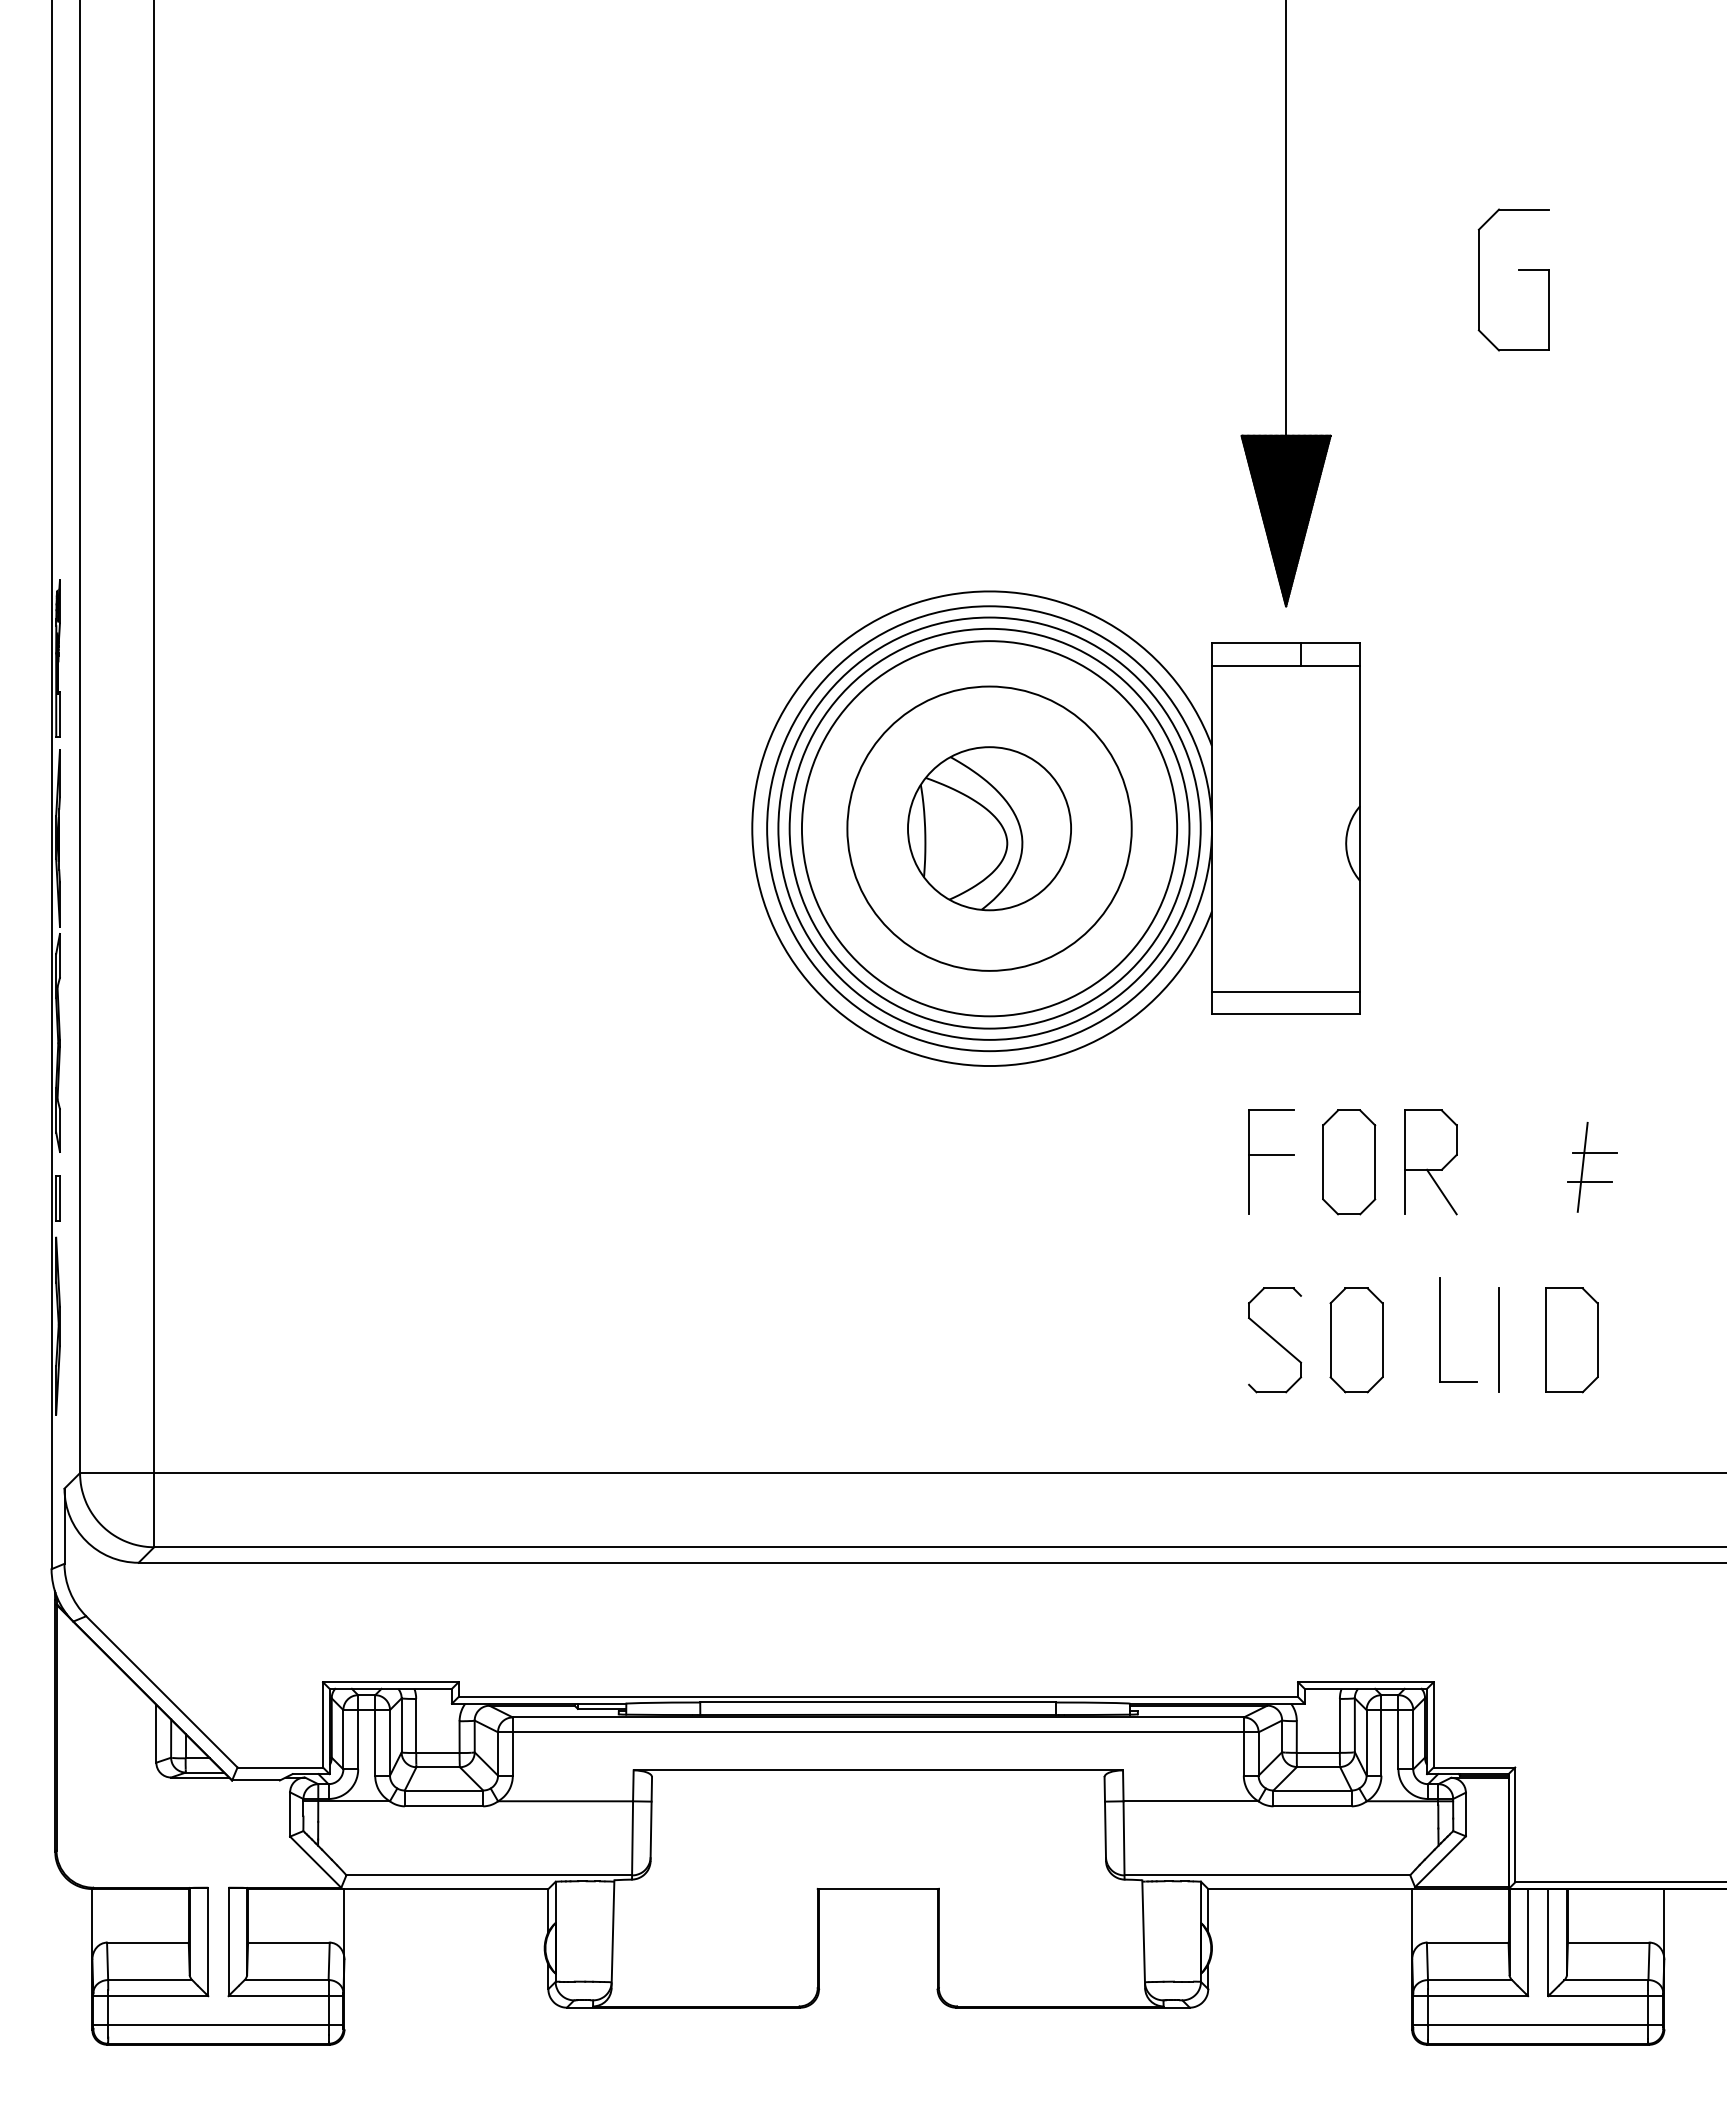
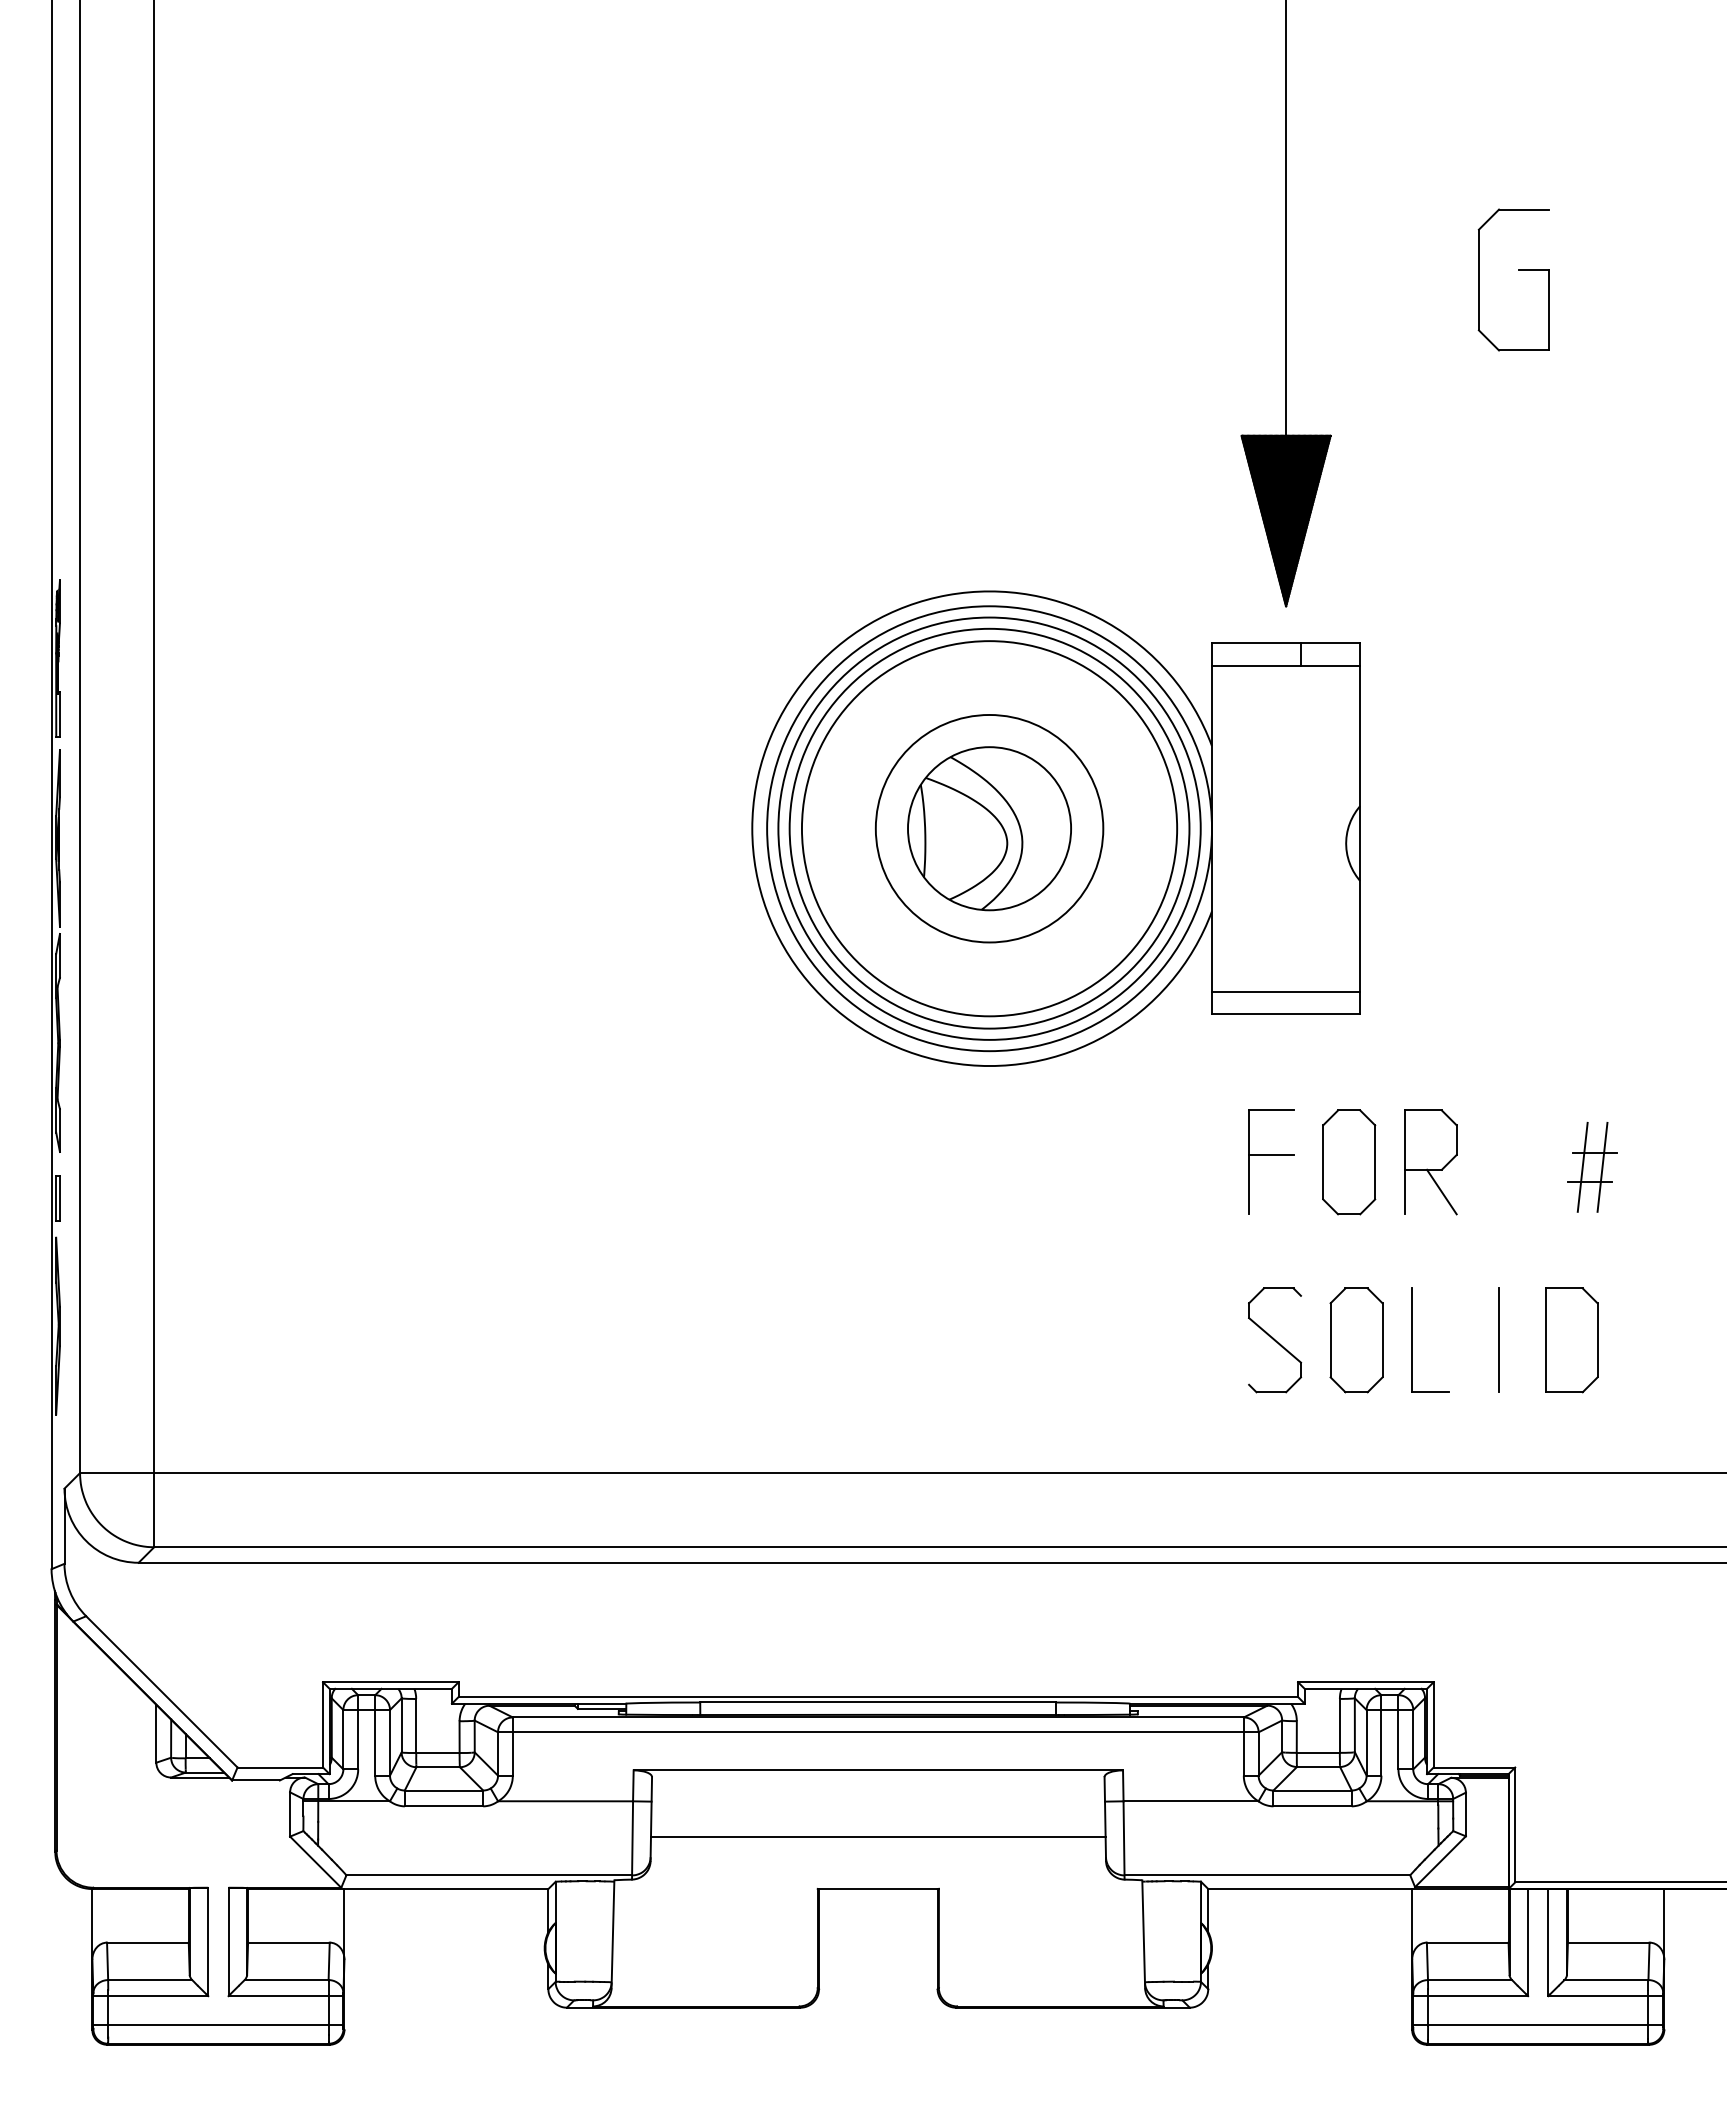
circle at (989, 828) diameter: 284 px -> 227 px
line at (1602, 1166): none -> present
part at (1440, 1329) position: (1440, 1329) -> (1412, 1339)
line at (878, 1837): none -> present
